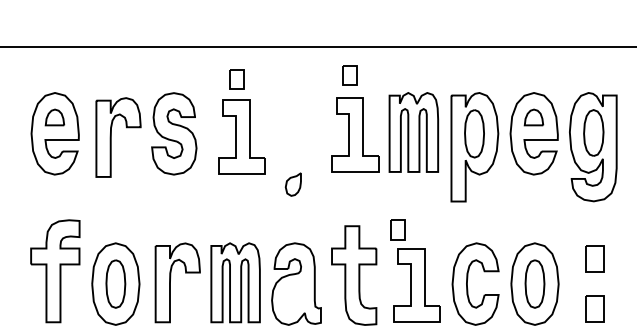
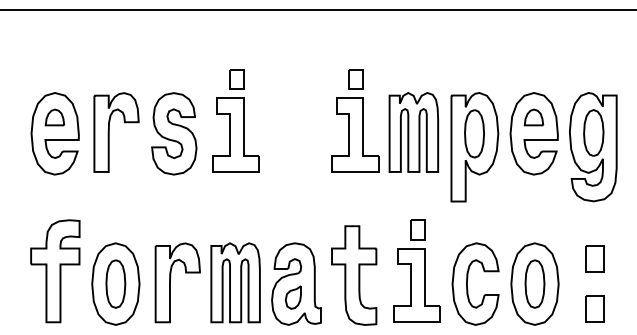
line at (317, 47) position: (317, 47) -> (317, 10)
part at (349, 75) position: (349, 75) -> (355, 79)
part at (241, 136) position: (241, 136) -> (235, 134)
part at (111, 137) position: (111, 137) -> (109, 132)
part at (292, 184) position: (292, 184) -> (292, 297)
part at (397, 229) position: (397, 229) -> (417, 229)
